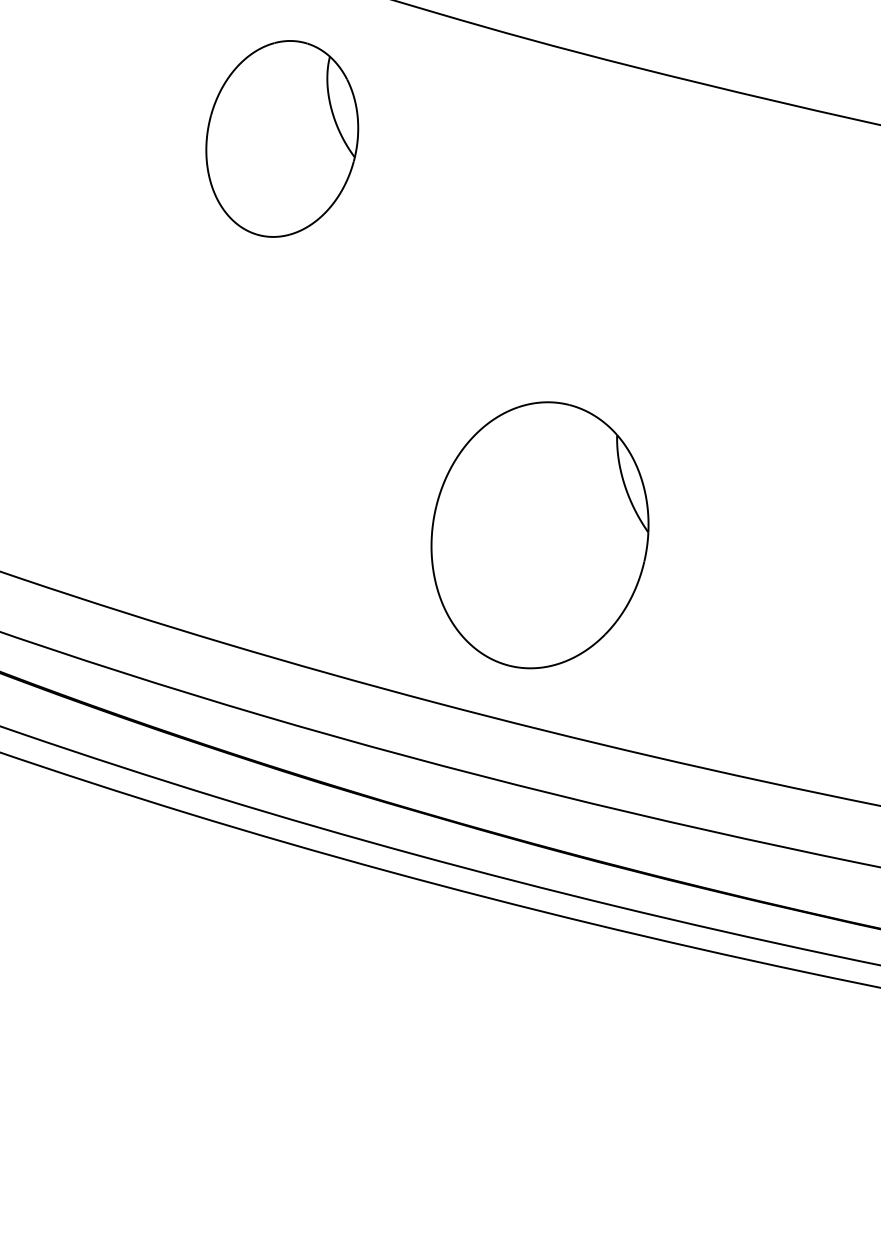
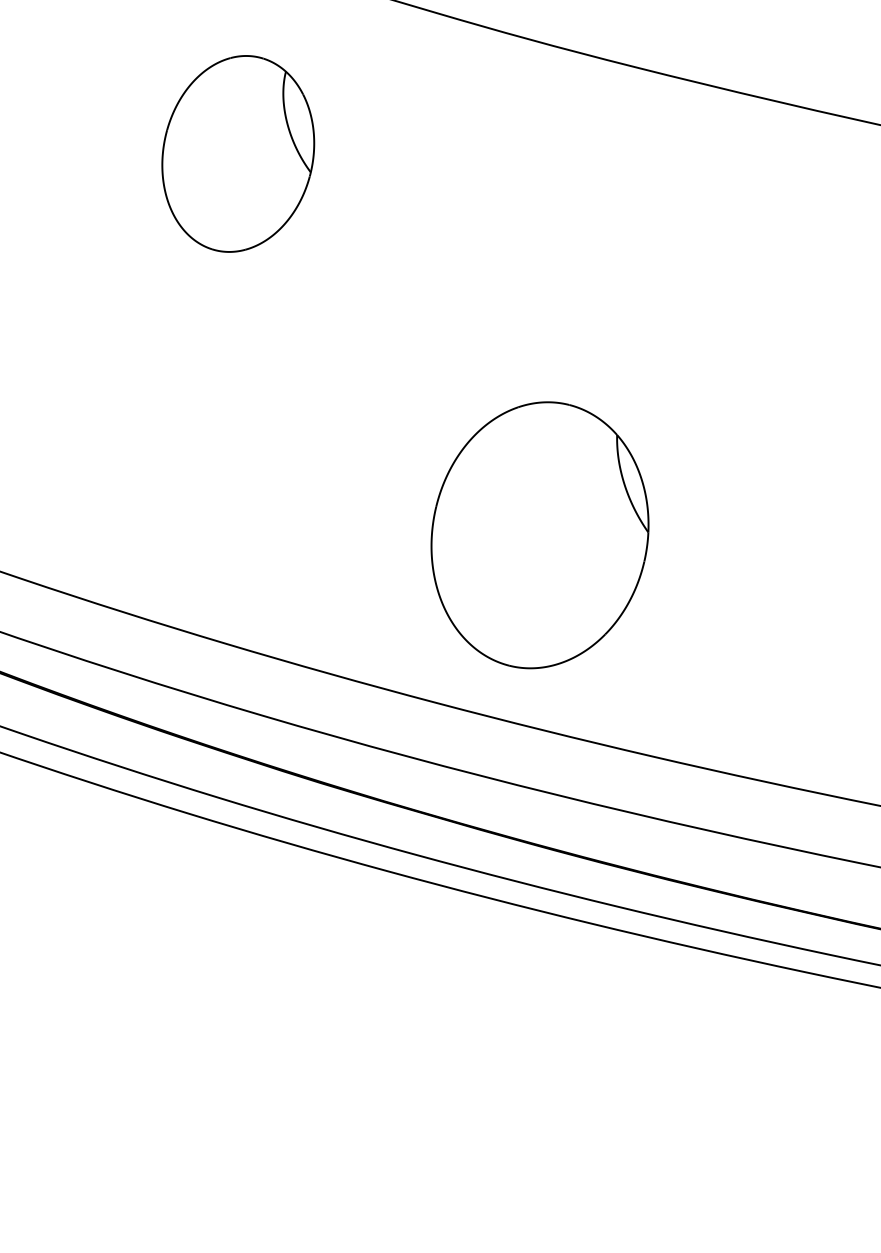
part at (282, 138) position: (282, 138) -> (238, 153)
